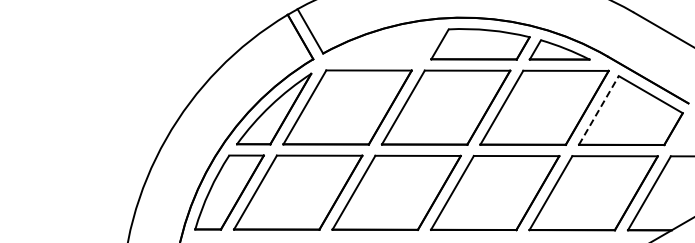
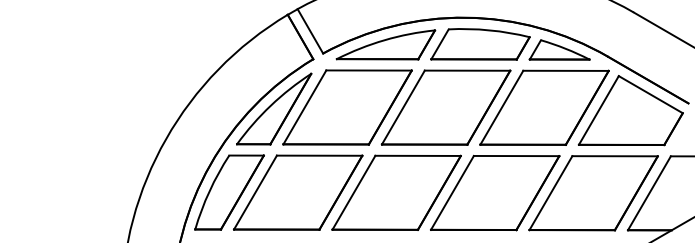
part at (385, 44): none -> present
line at (598, 110): dashed -> solid
